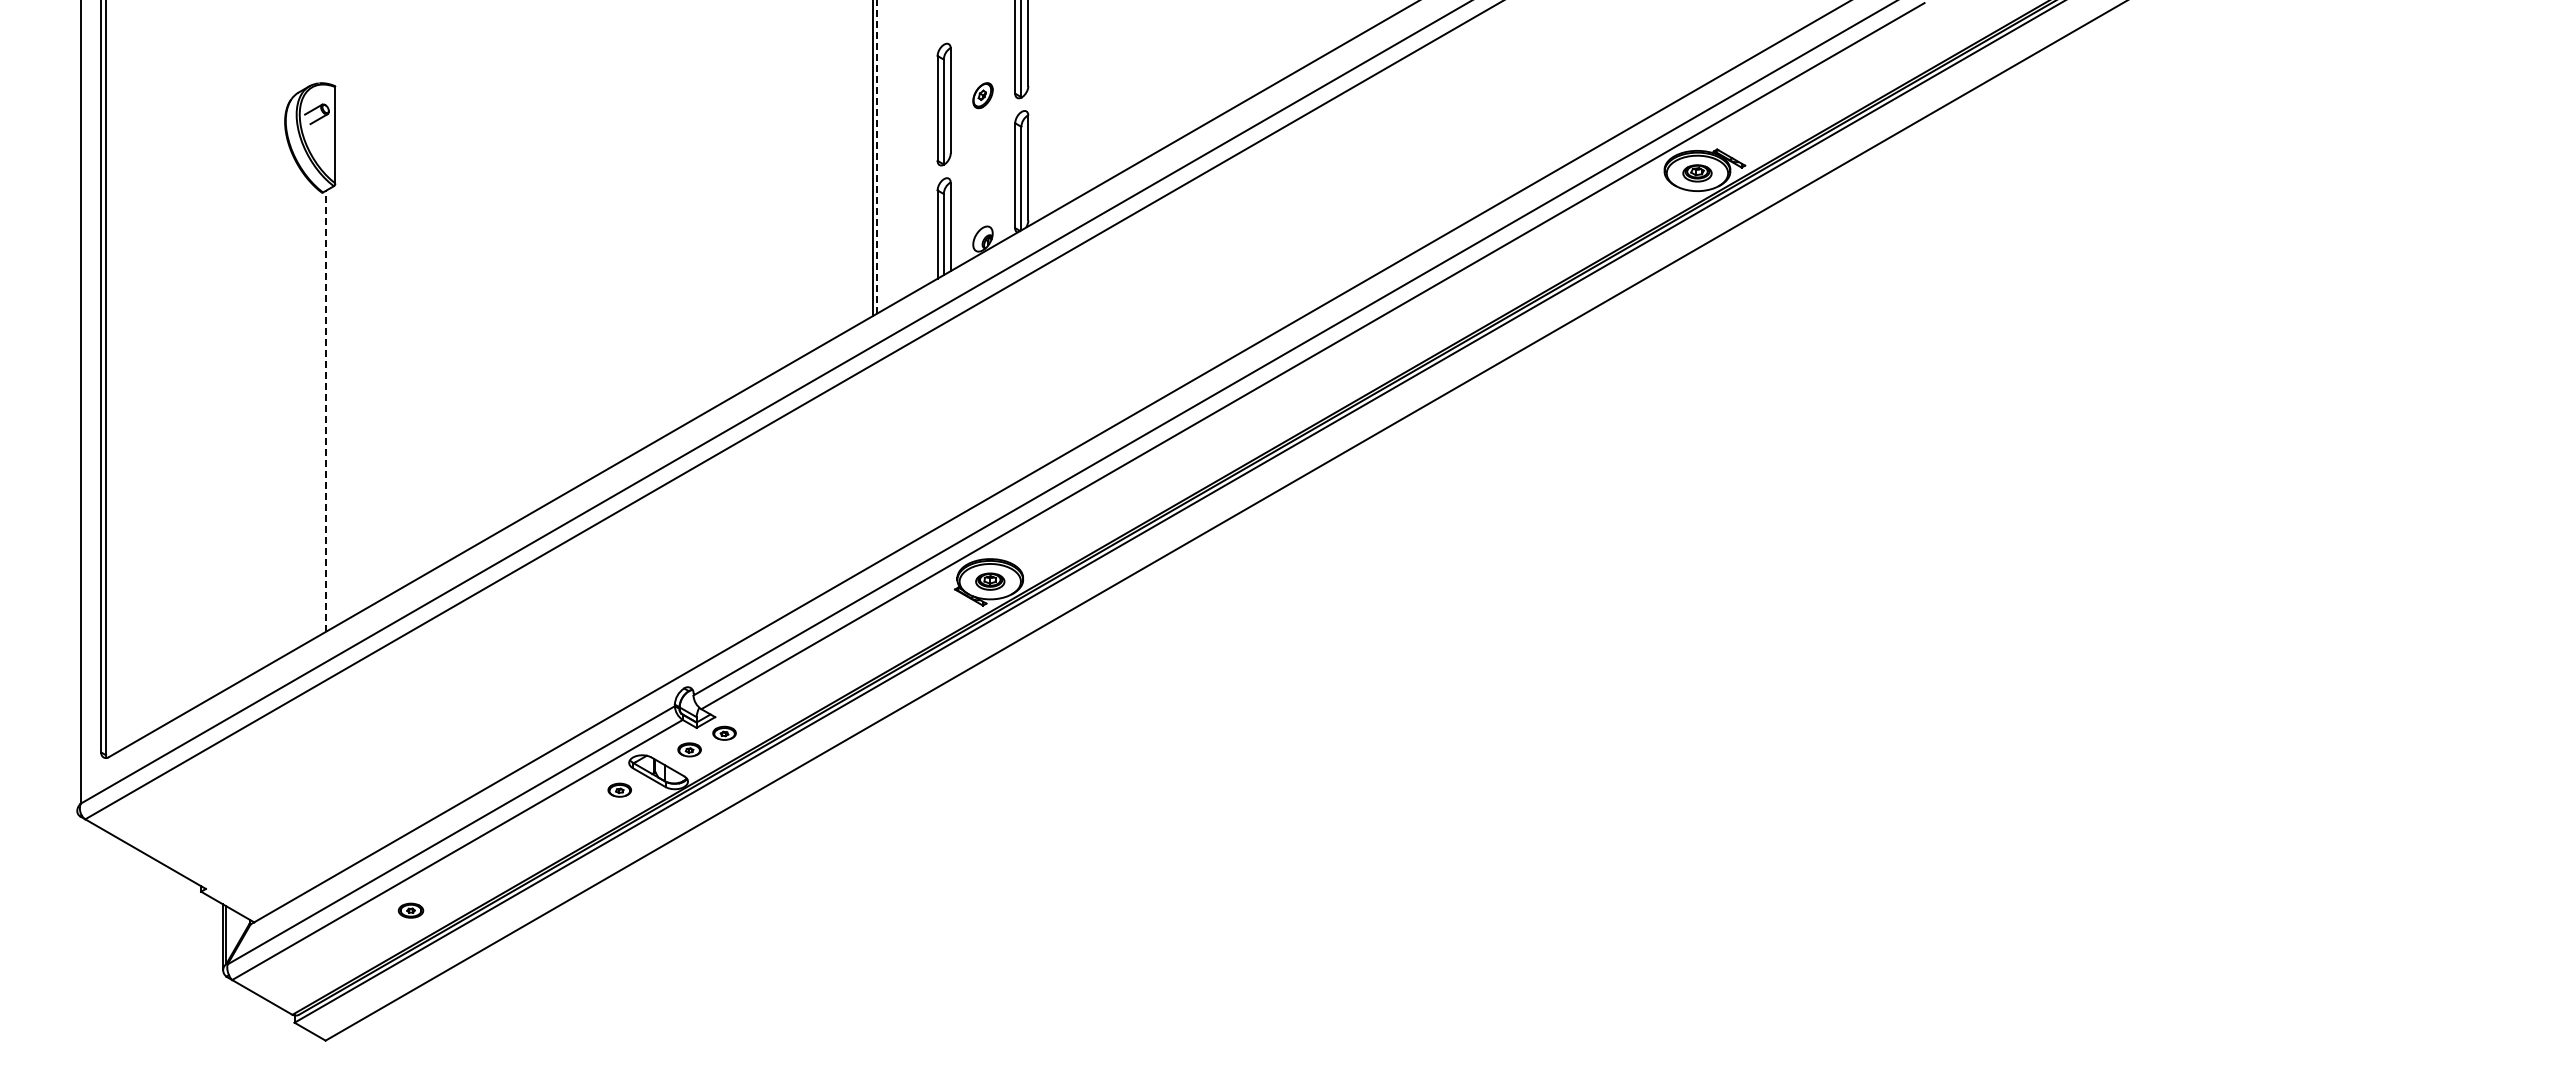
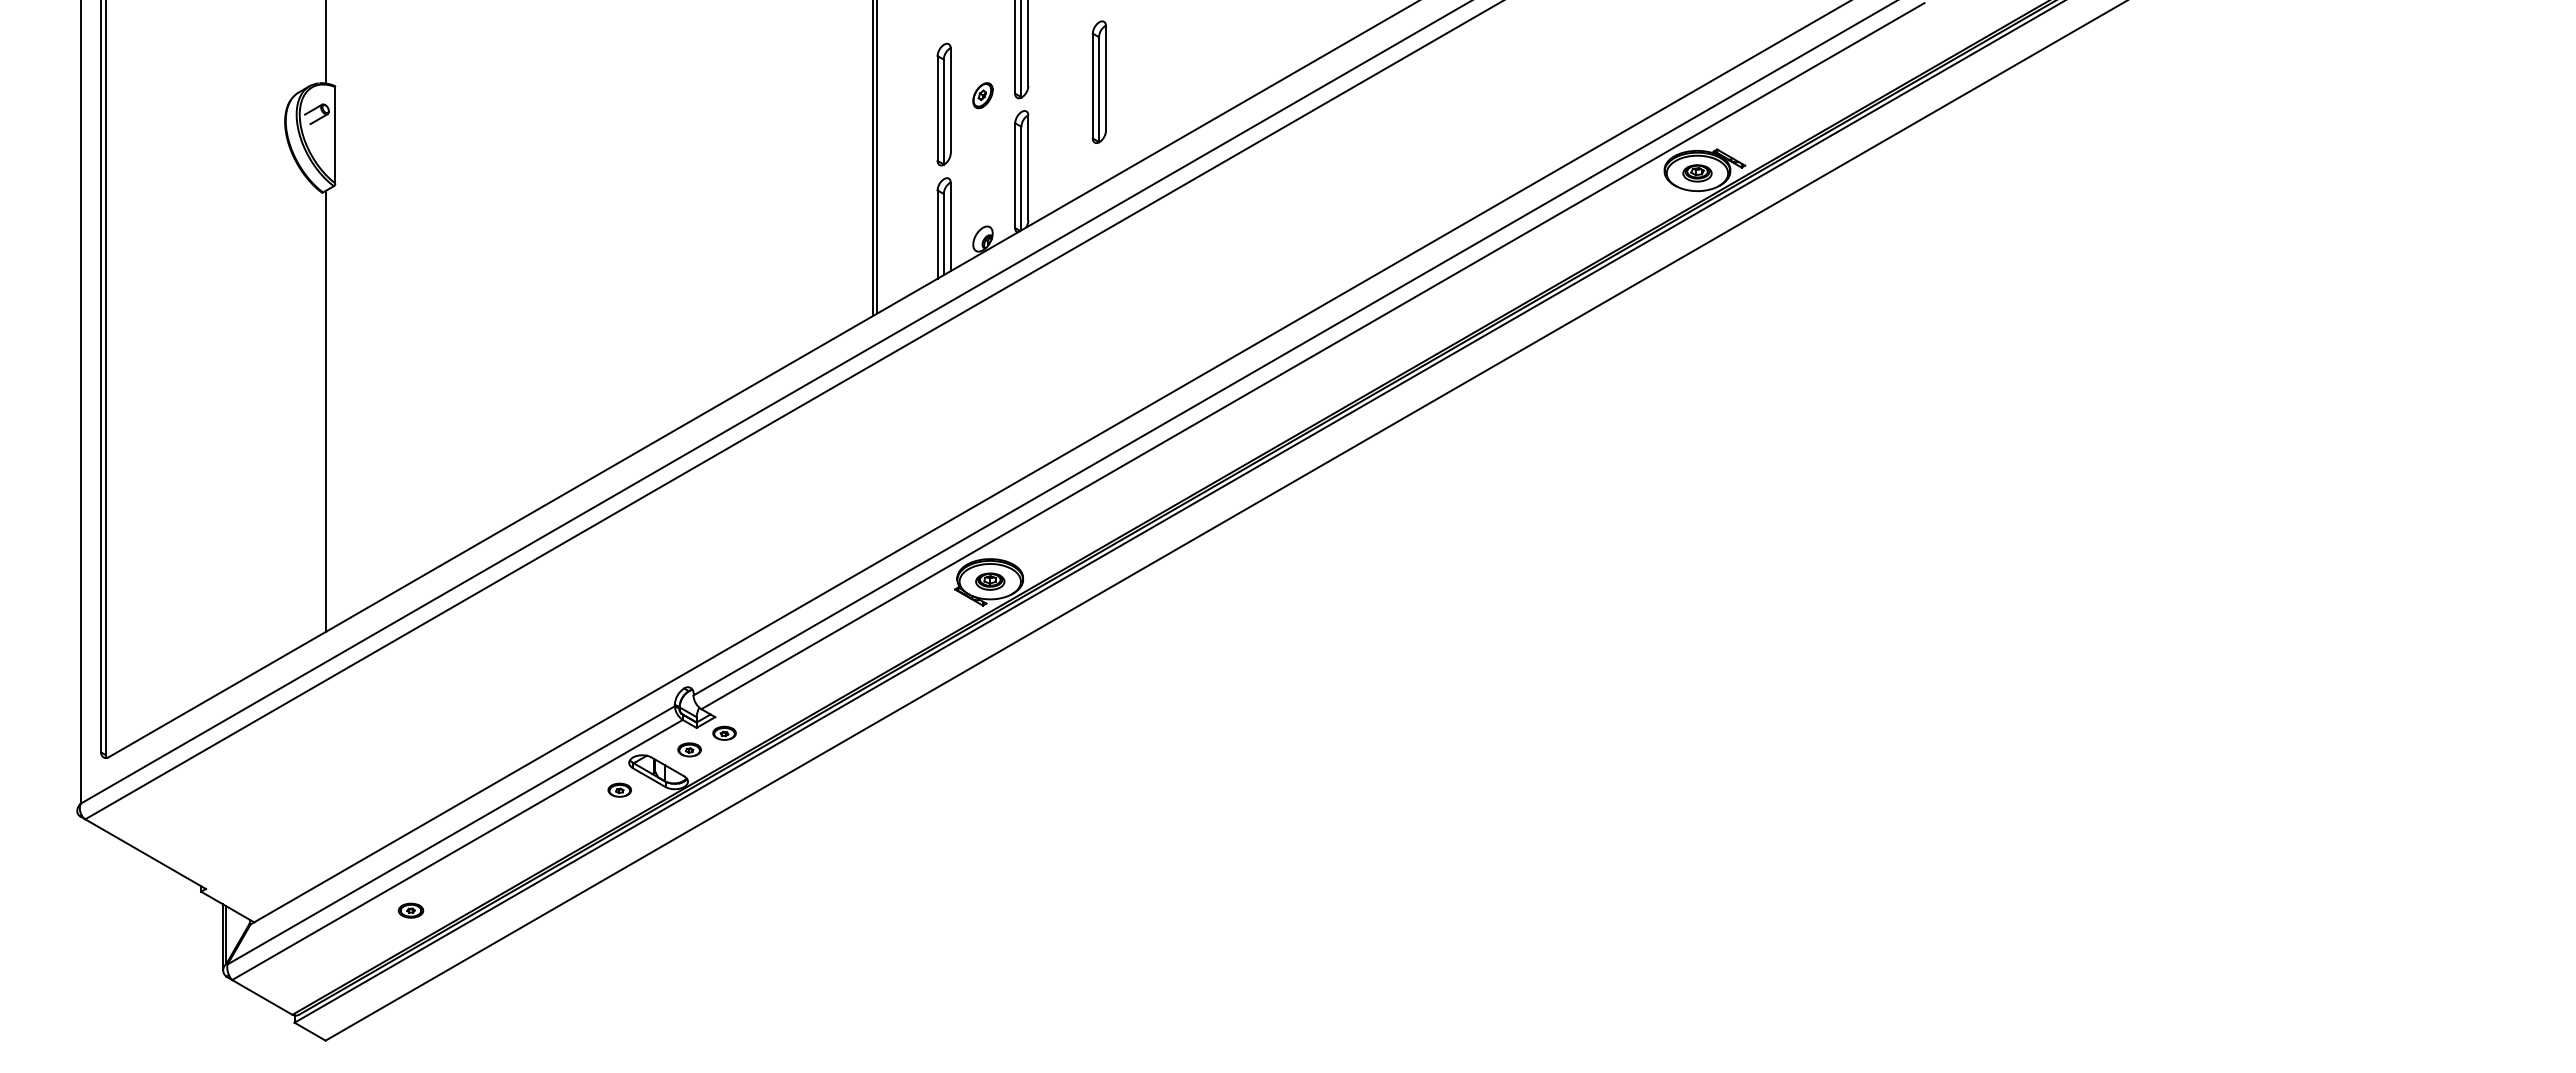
line at (326, 42): none -> present
part at (1098, 81): none -> present
line at (877, 157): dashed -> solid
line at (326, 411): dashed -> solid
